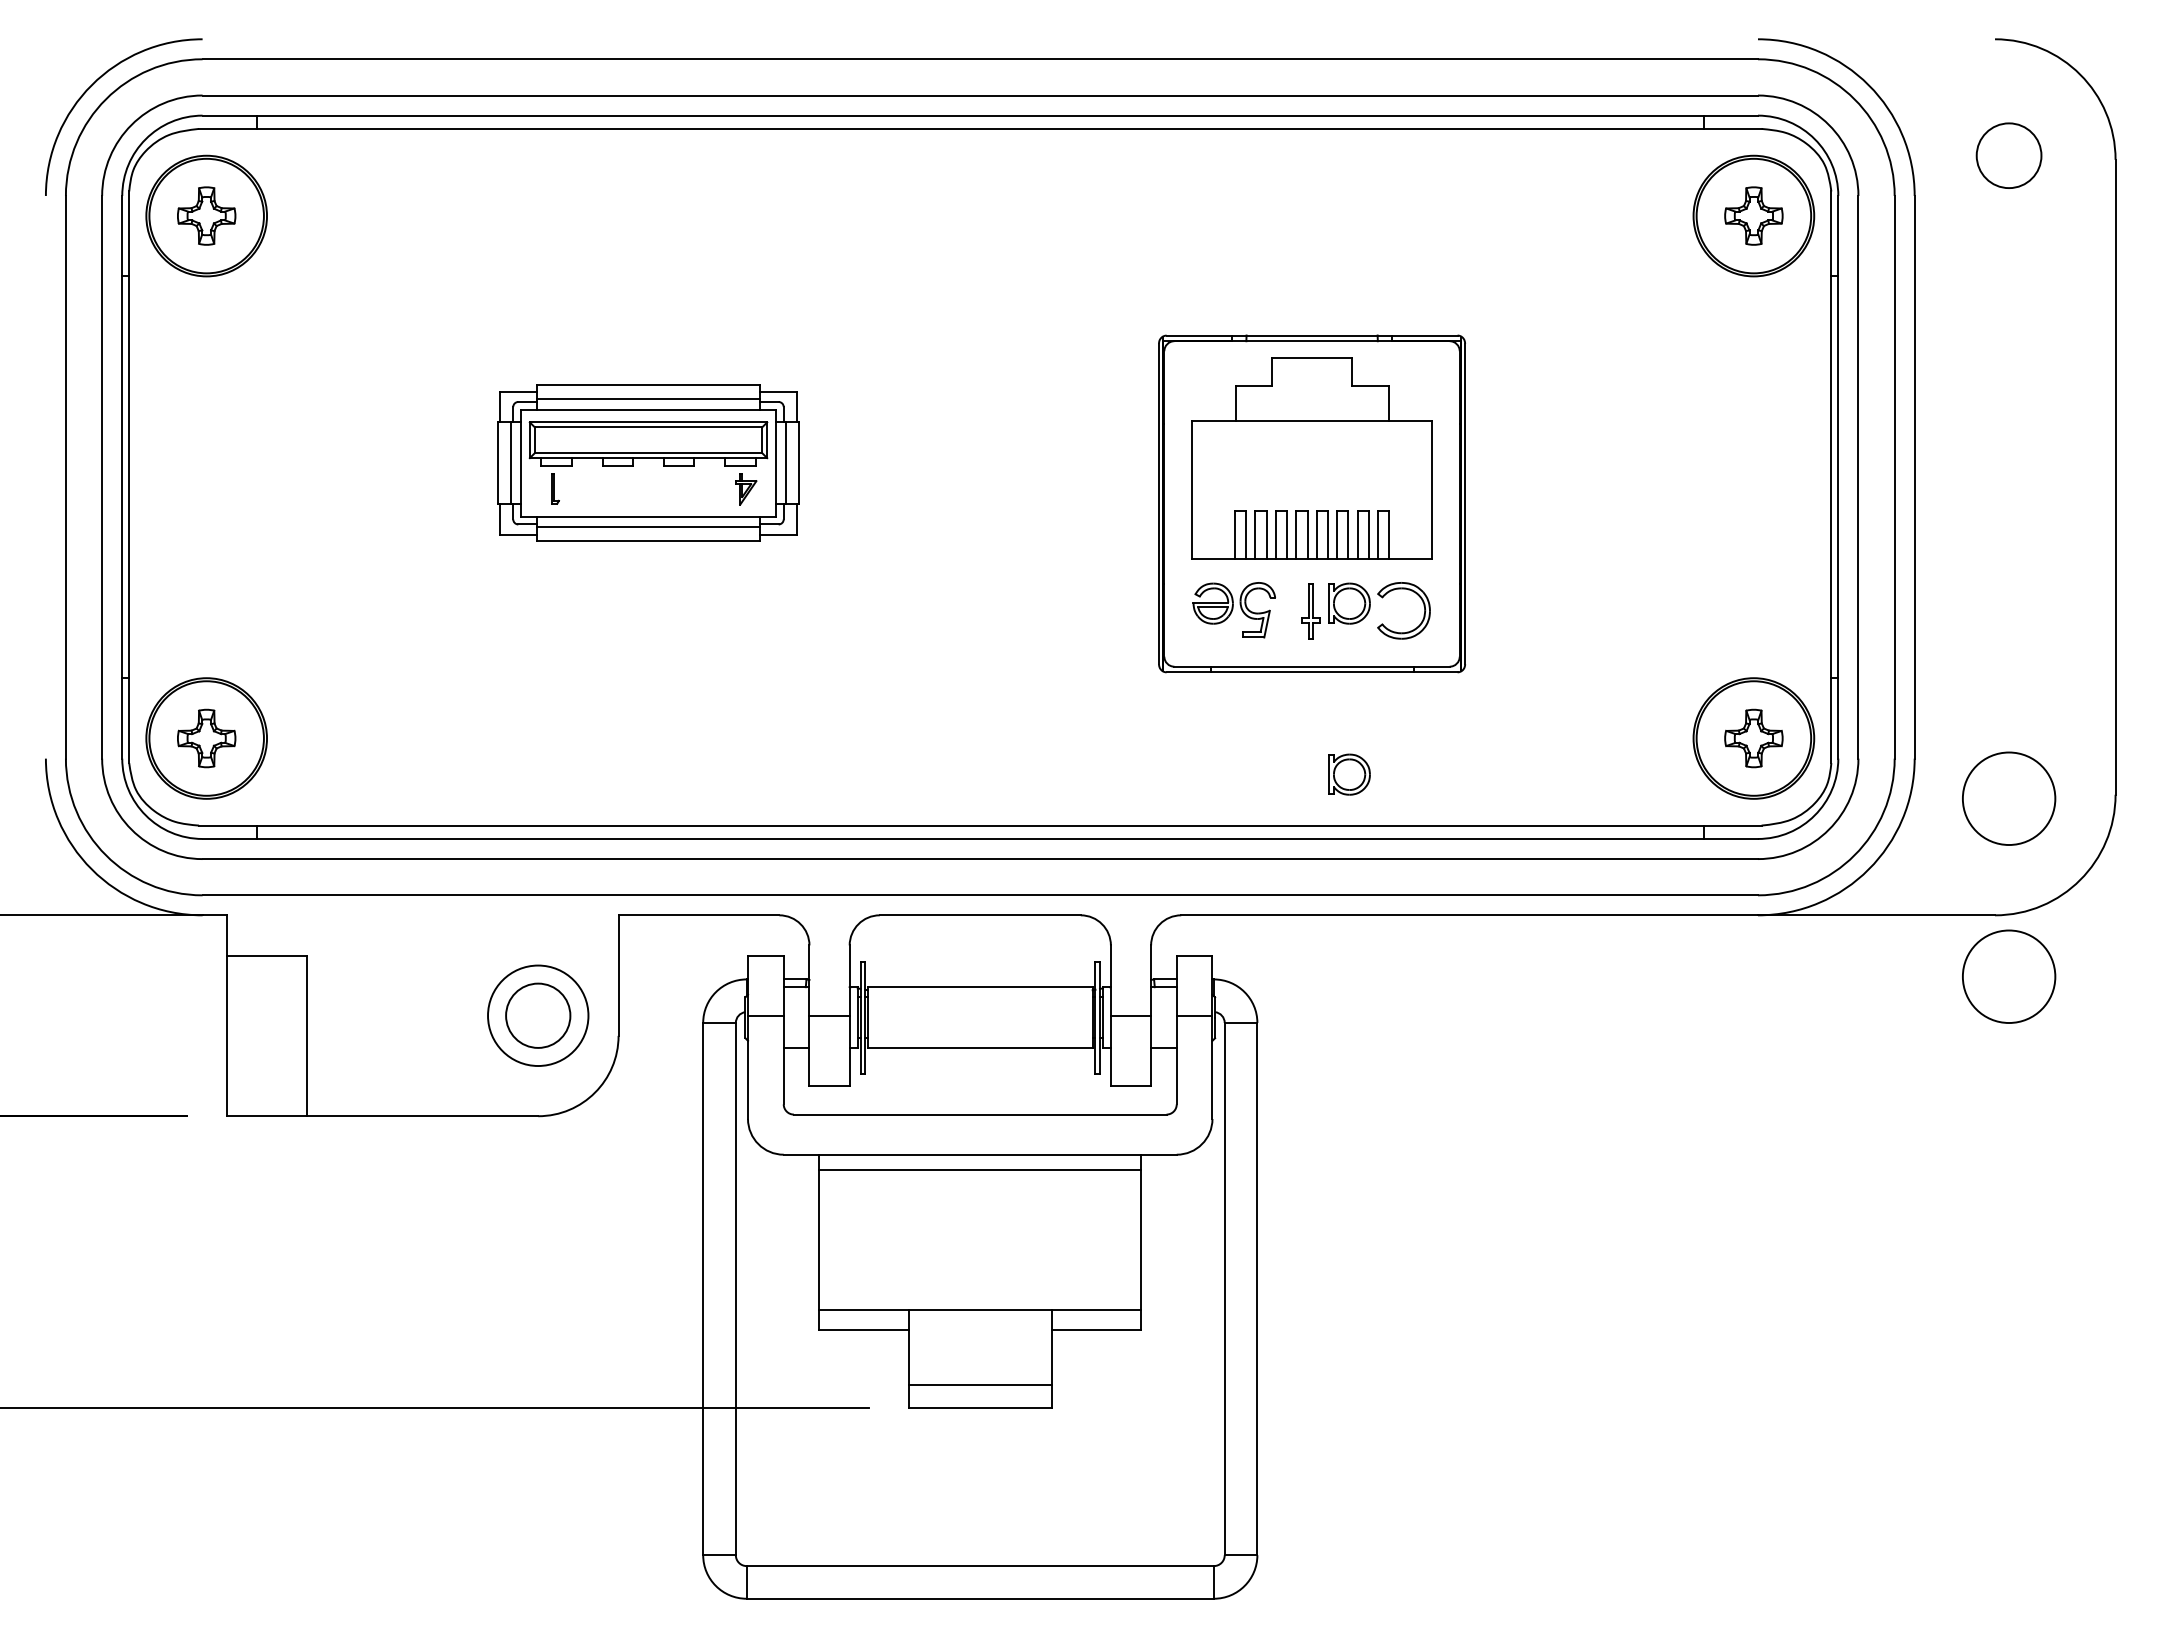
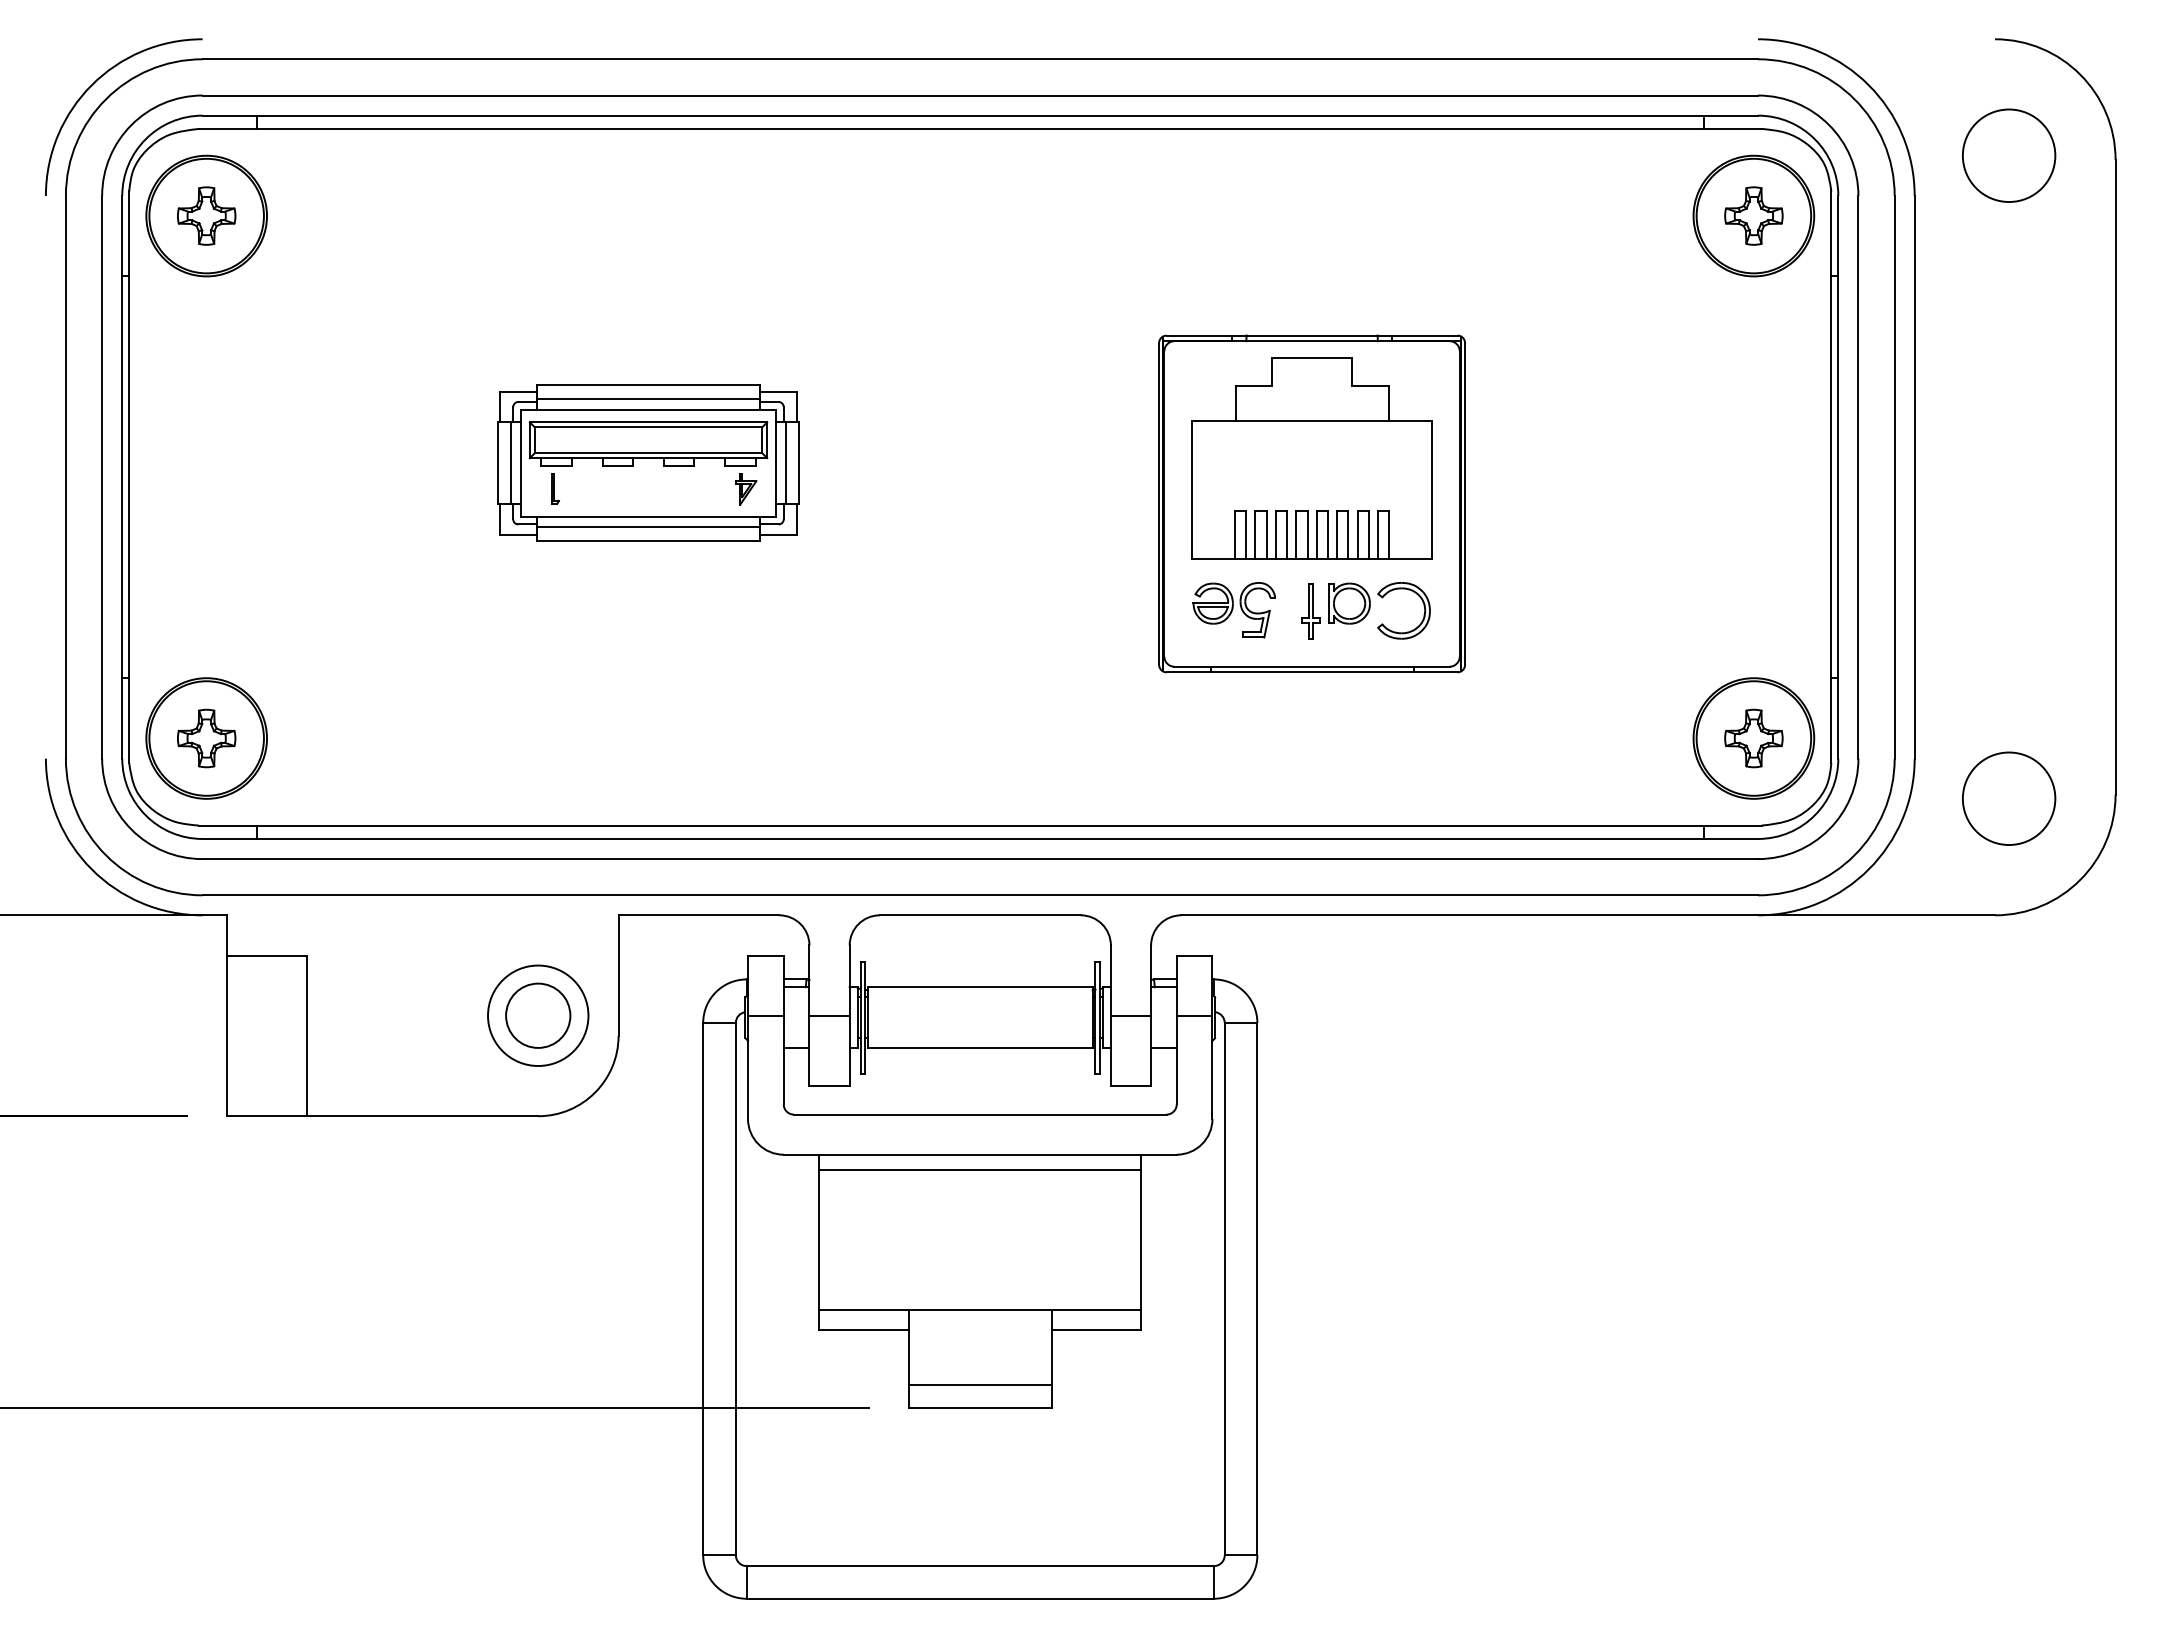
circle at (2008, 155) diameter: 65 px -> 92 px
part at (1349, 774): present -> none
circle at (2009, 976): present -> none
